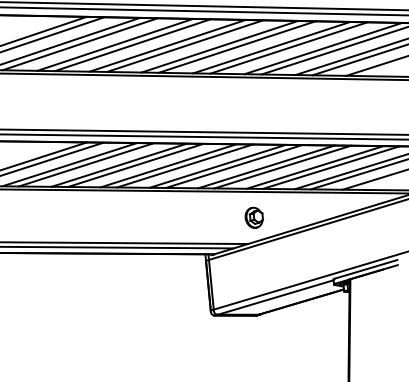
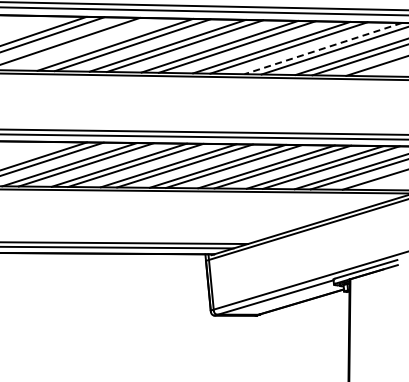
line at (79, 44): present -> none
line at (323, 48): solid -> dashed
part at (253, 217): present -> none
